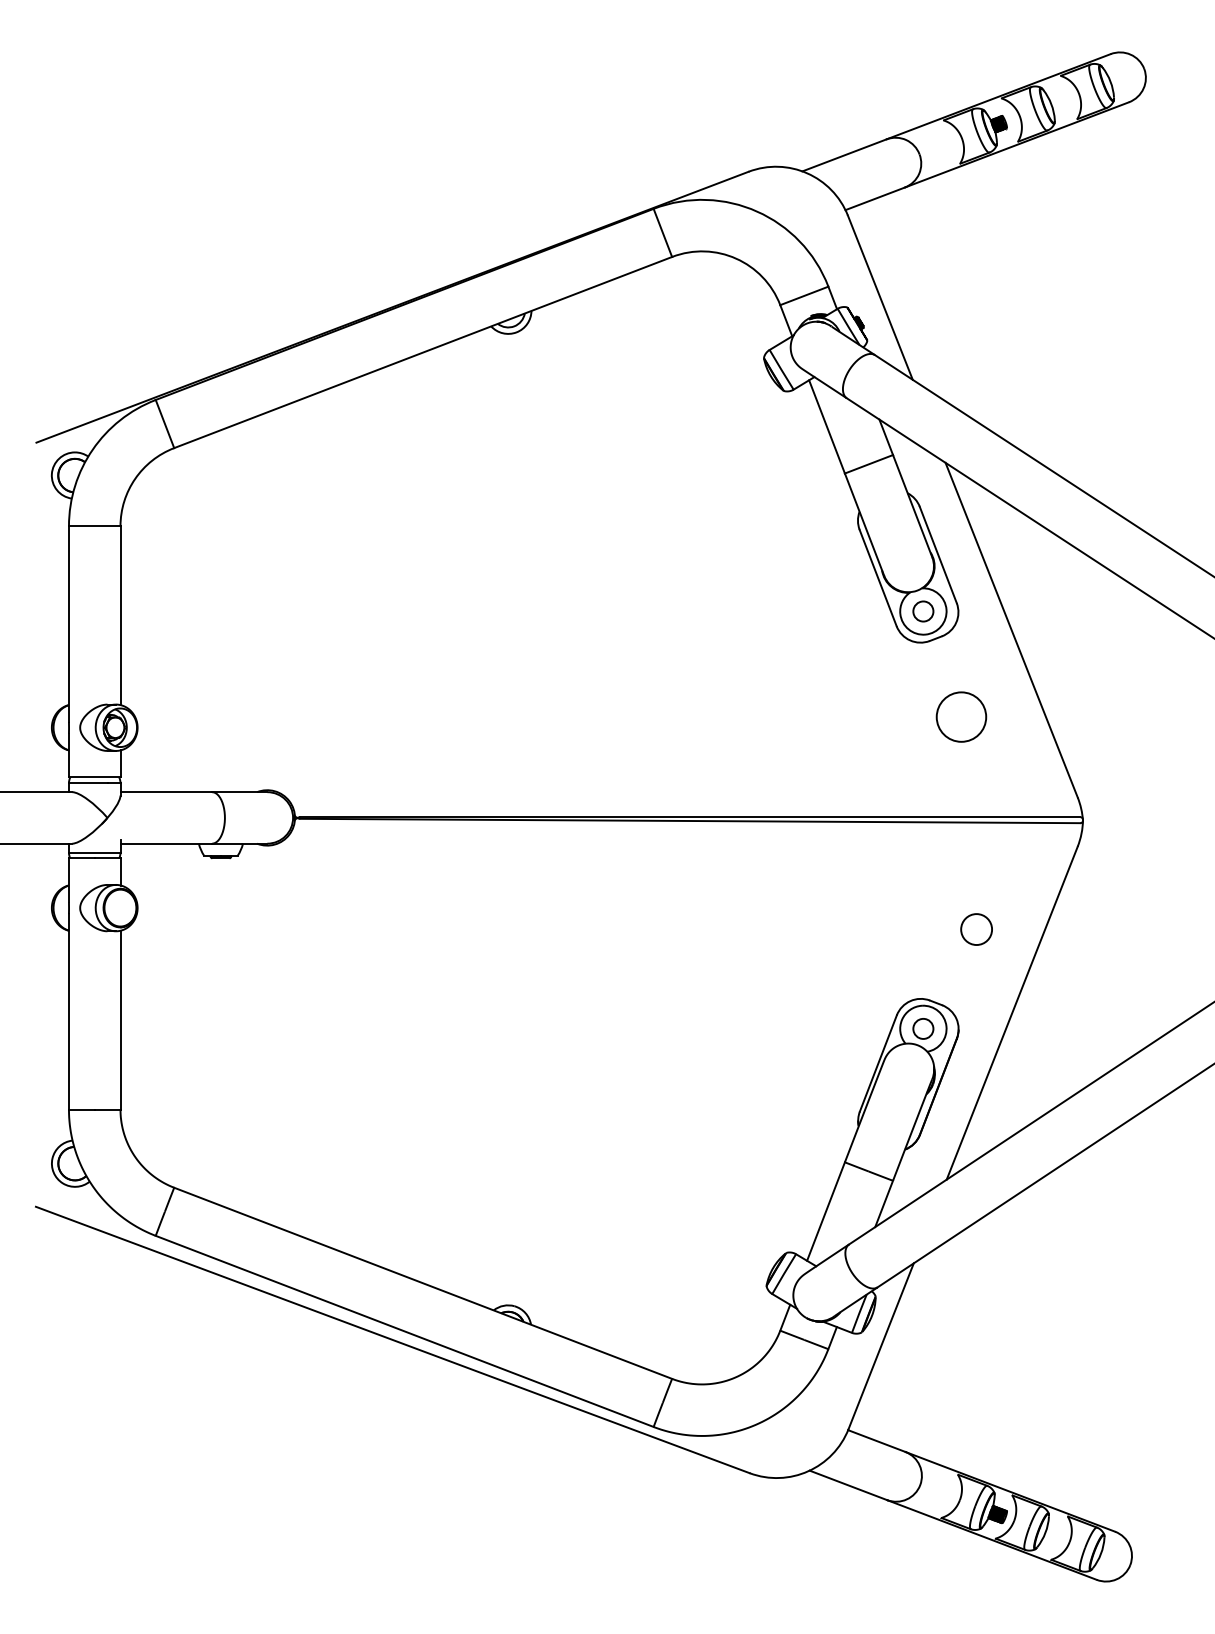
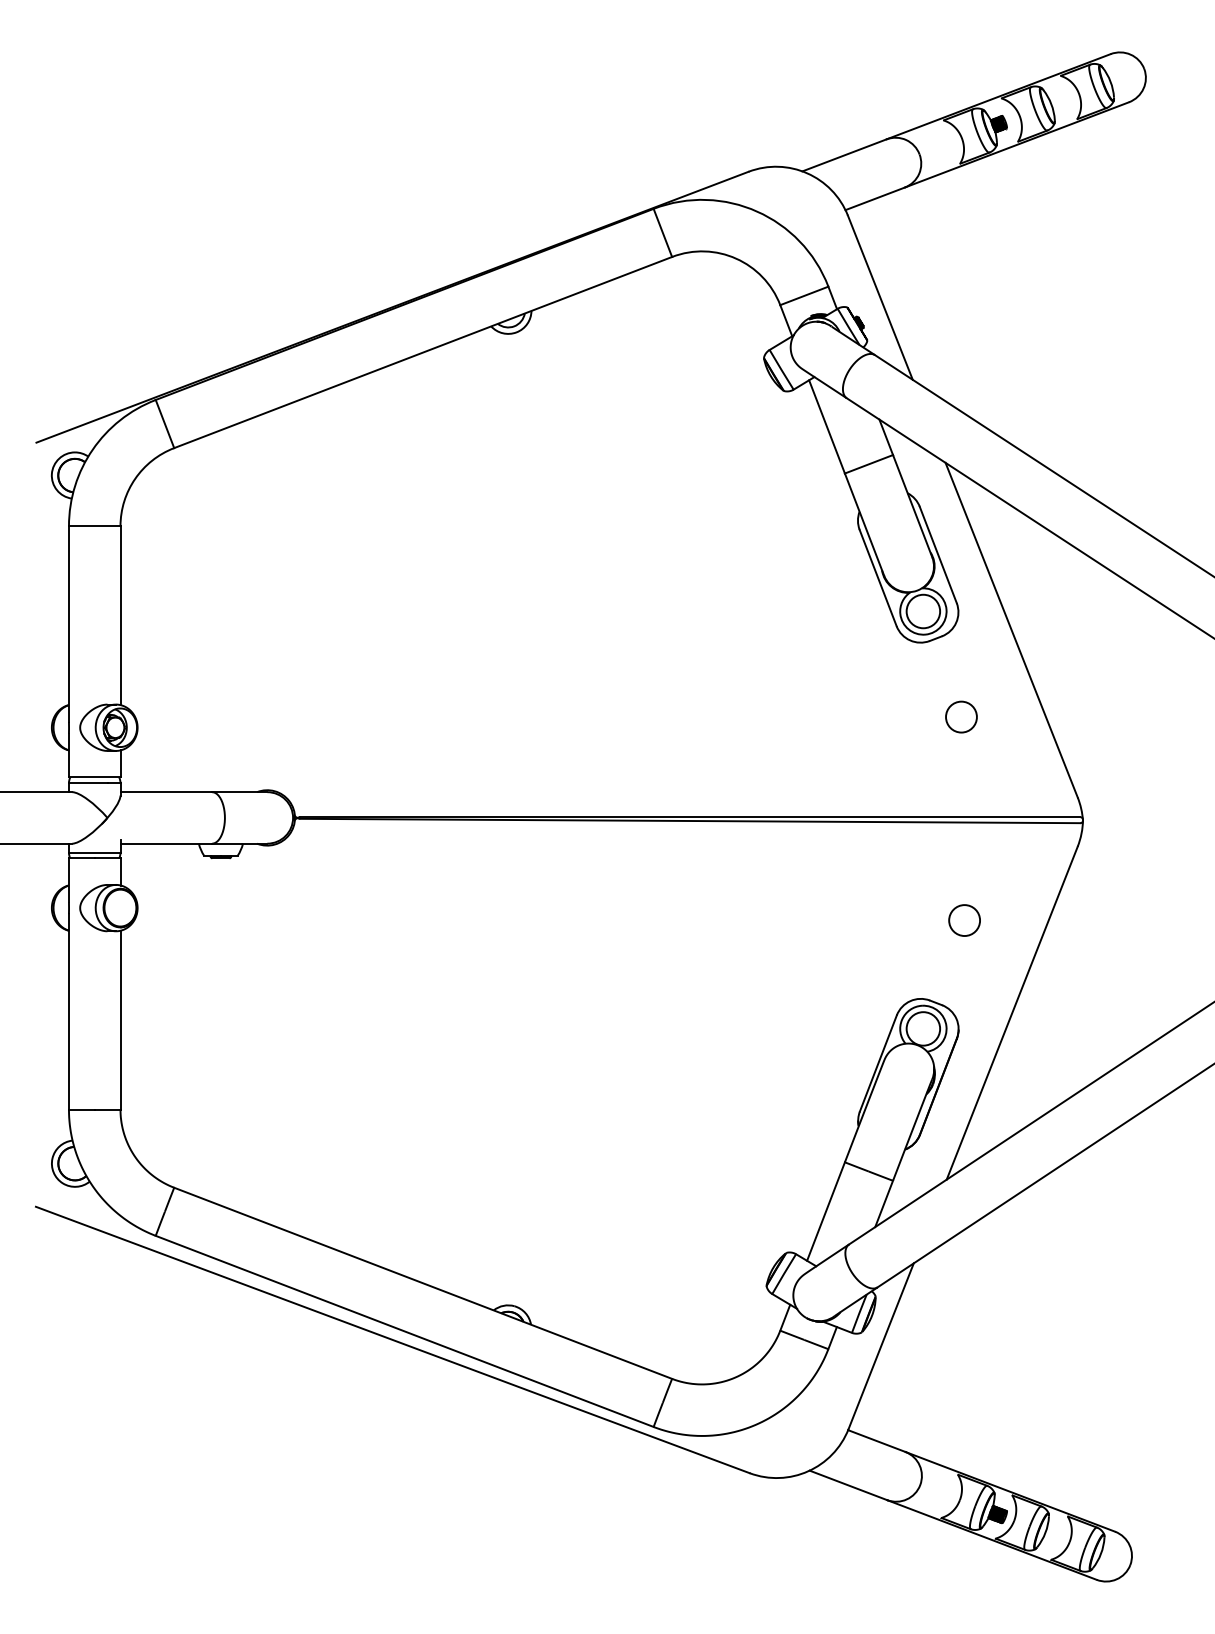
circle at (923, 611) diameter: 20 px -> 33 px
circle at (961, 716) diameter: 49 px -> 31 px
circle at (976, 929) position: (976, 929) -> (964, 920)
circle at (923, 1028) diameter: 20 px -> 33 px
